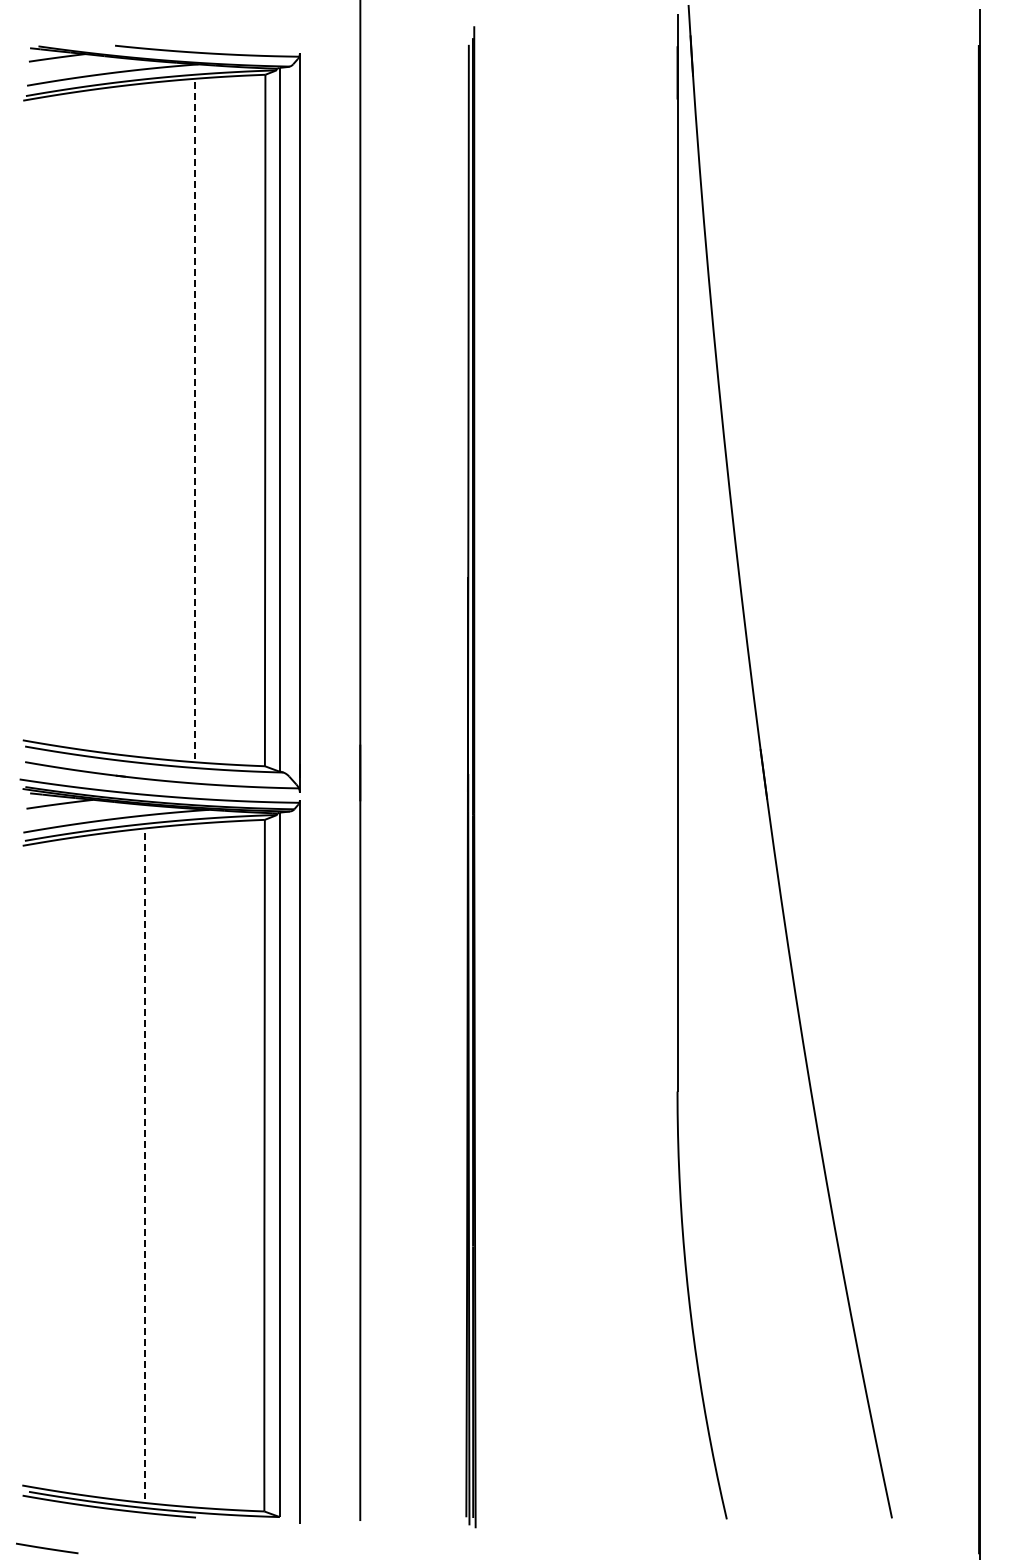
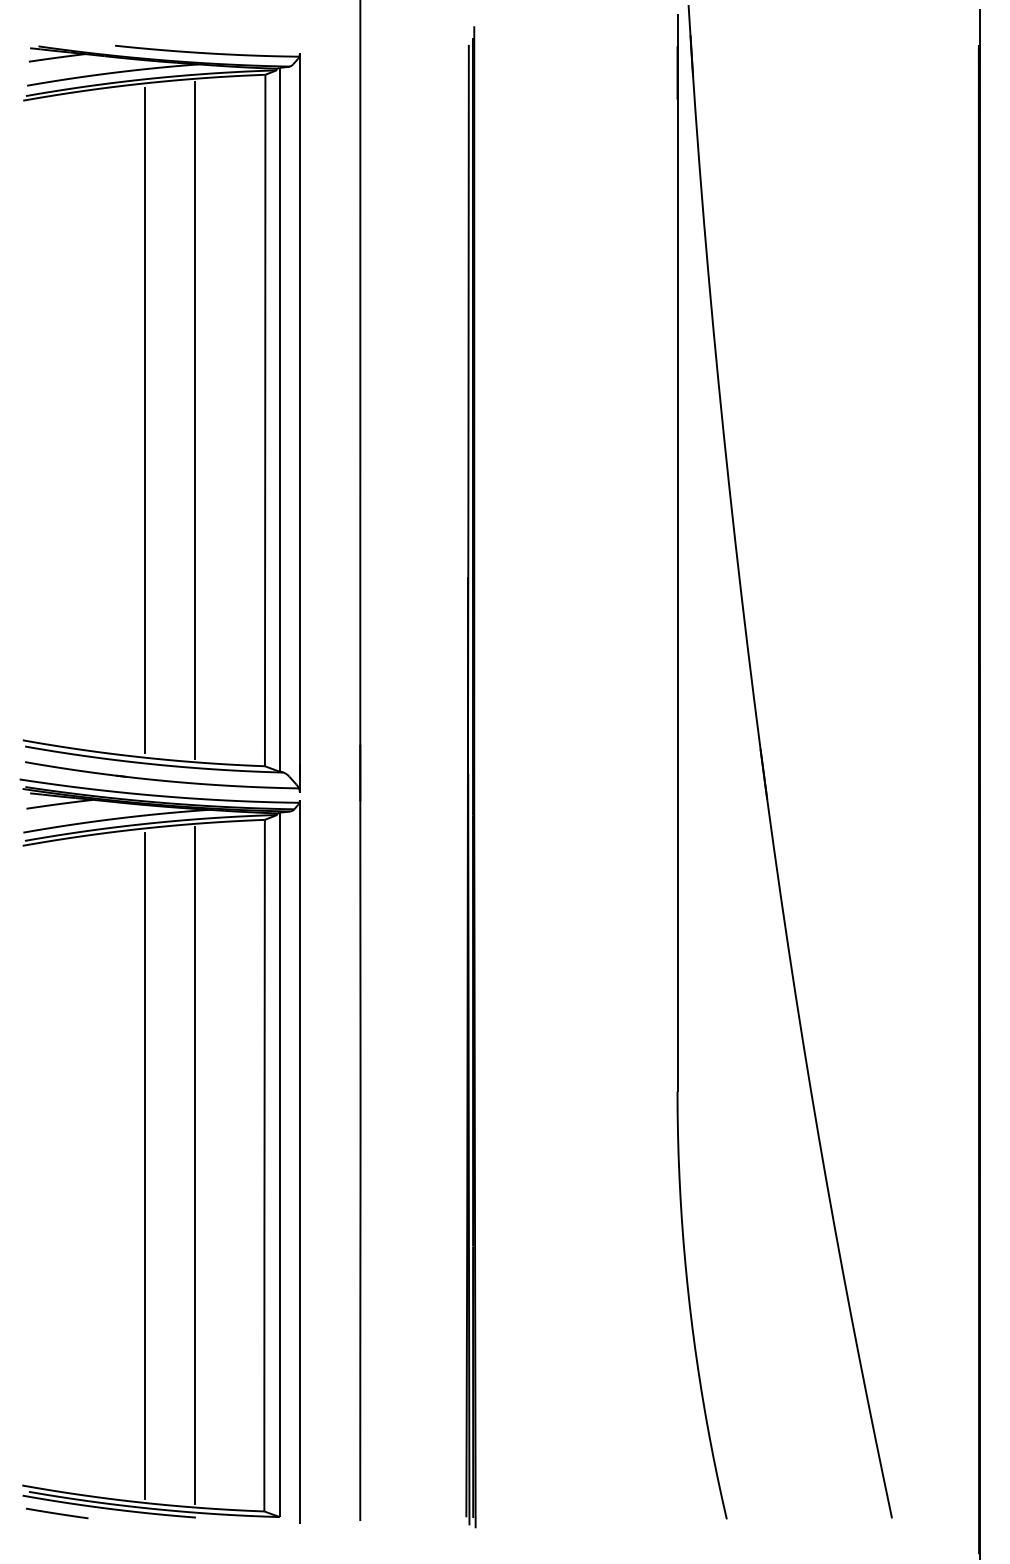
line at (144, 420): none -> present
line at (195, 421): dashed -> solid
line at (144, 1165): dashed -> solid
line at (195, 1165): none -> present
line at (47, 1548) position: (47, 1548) -> (57, 1513)
